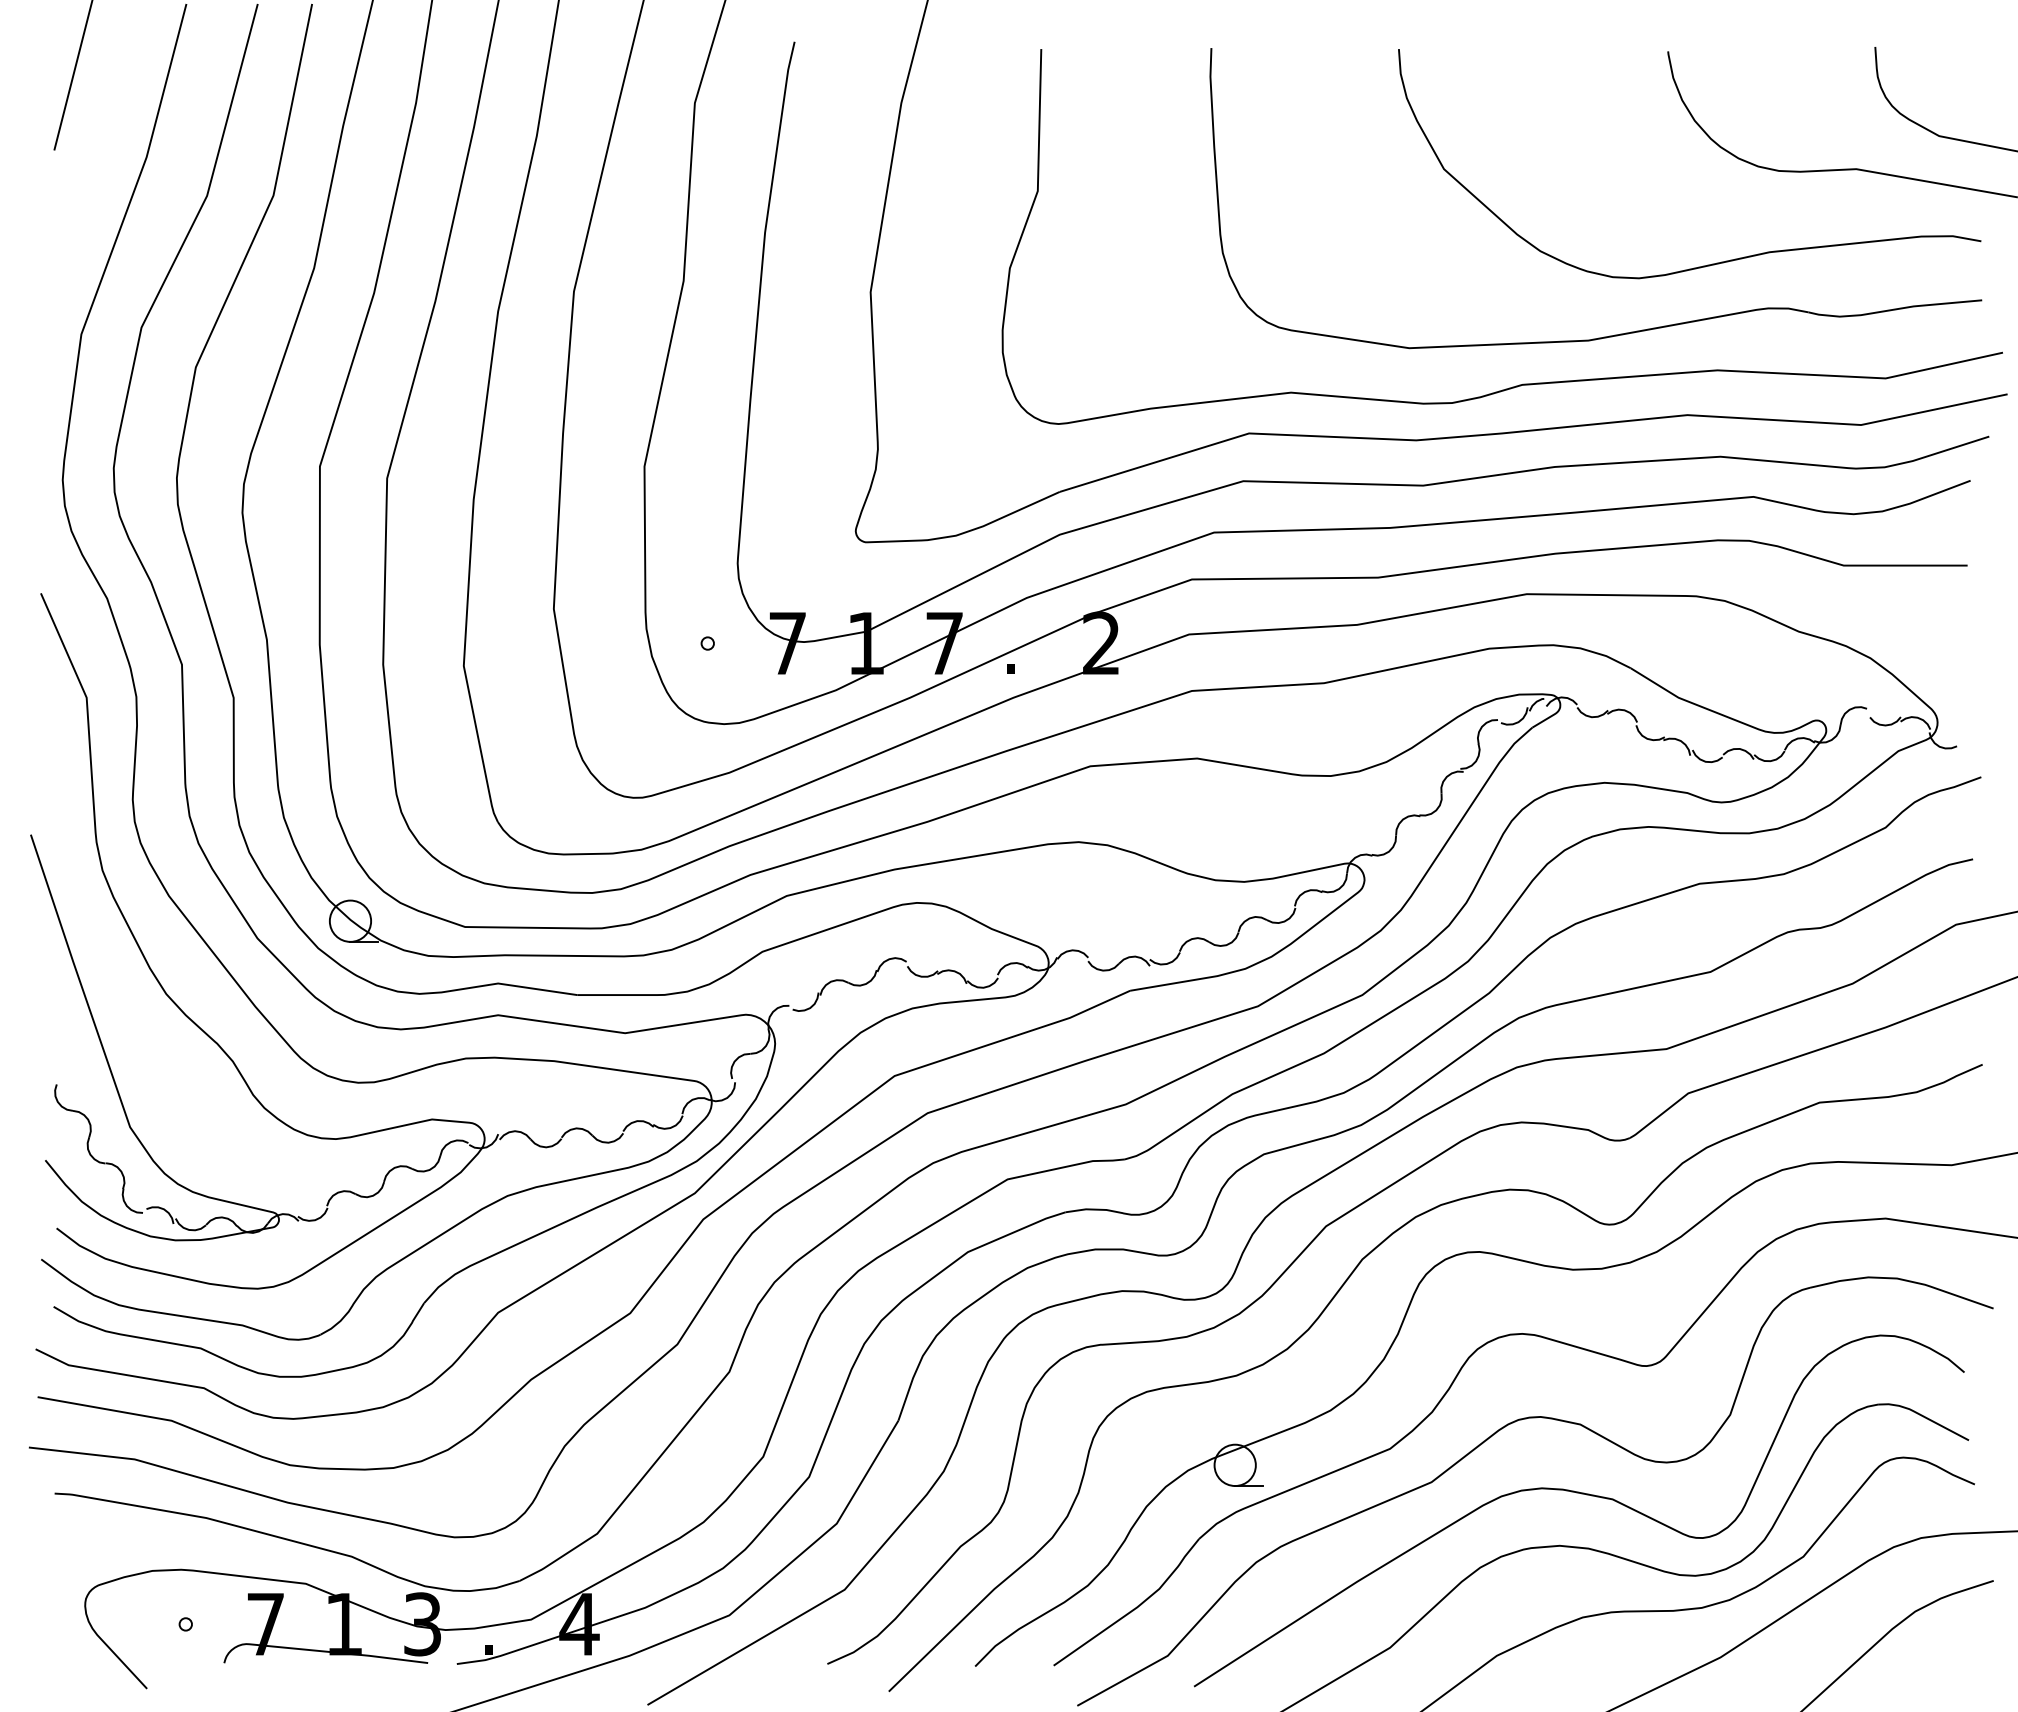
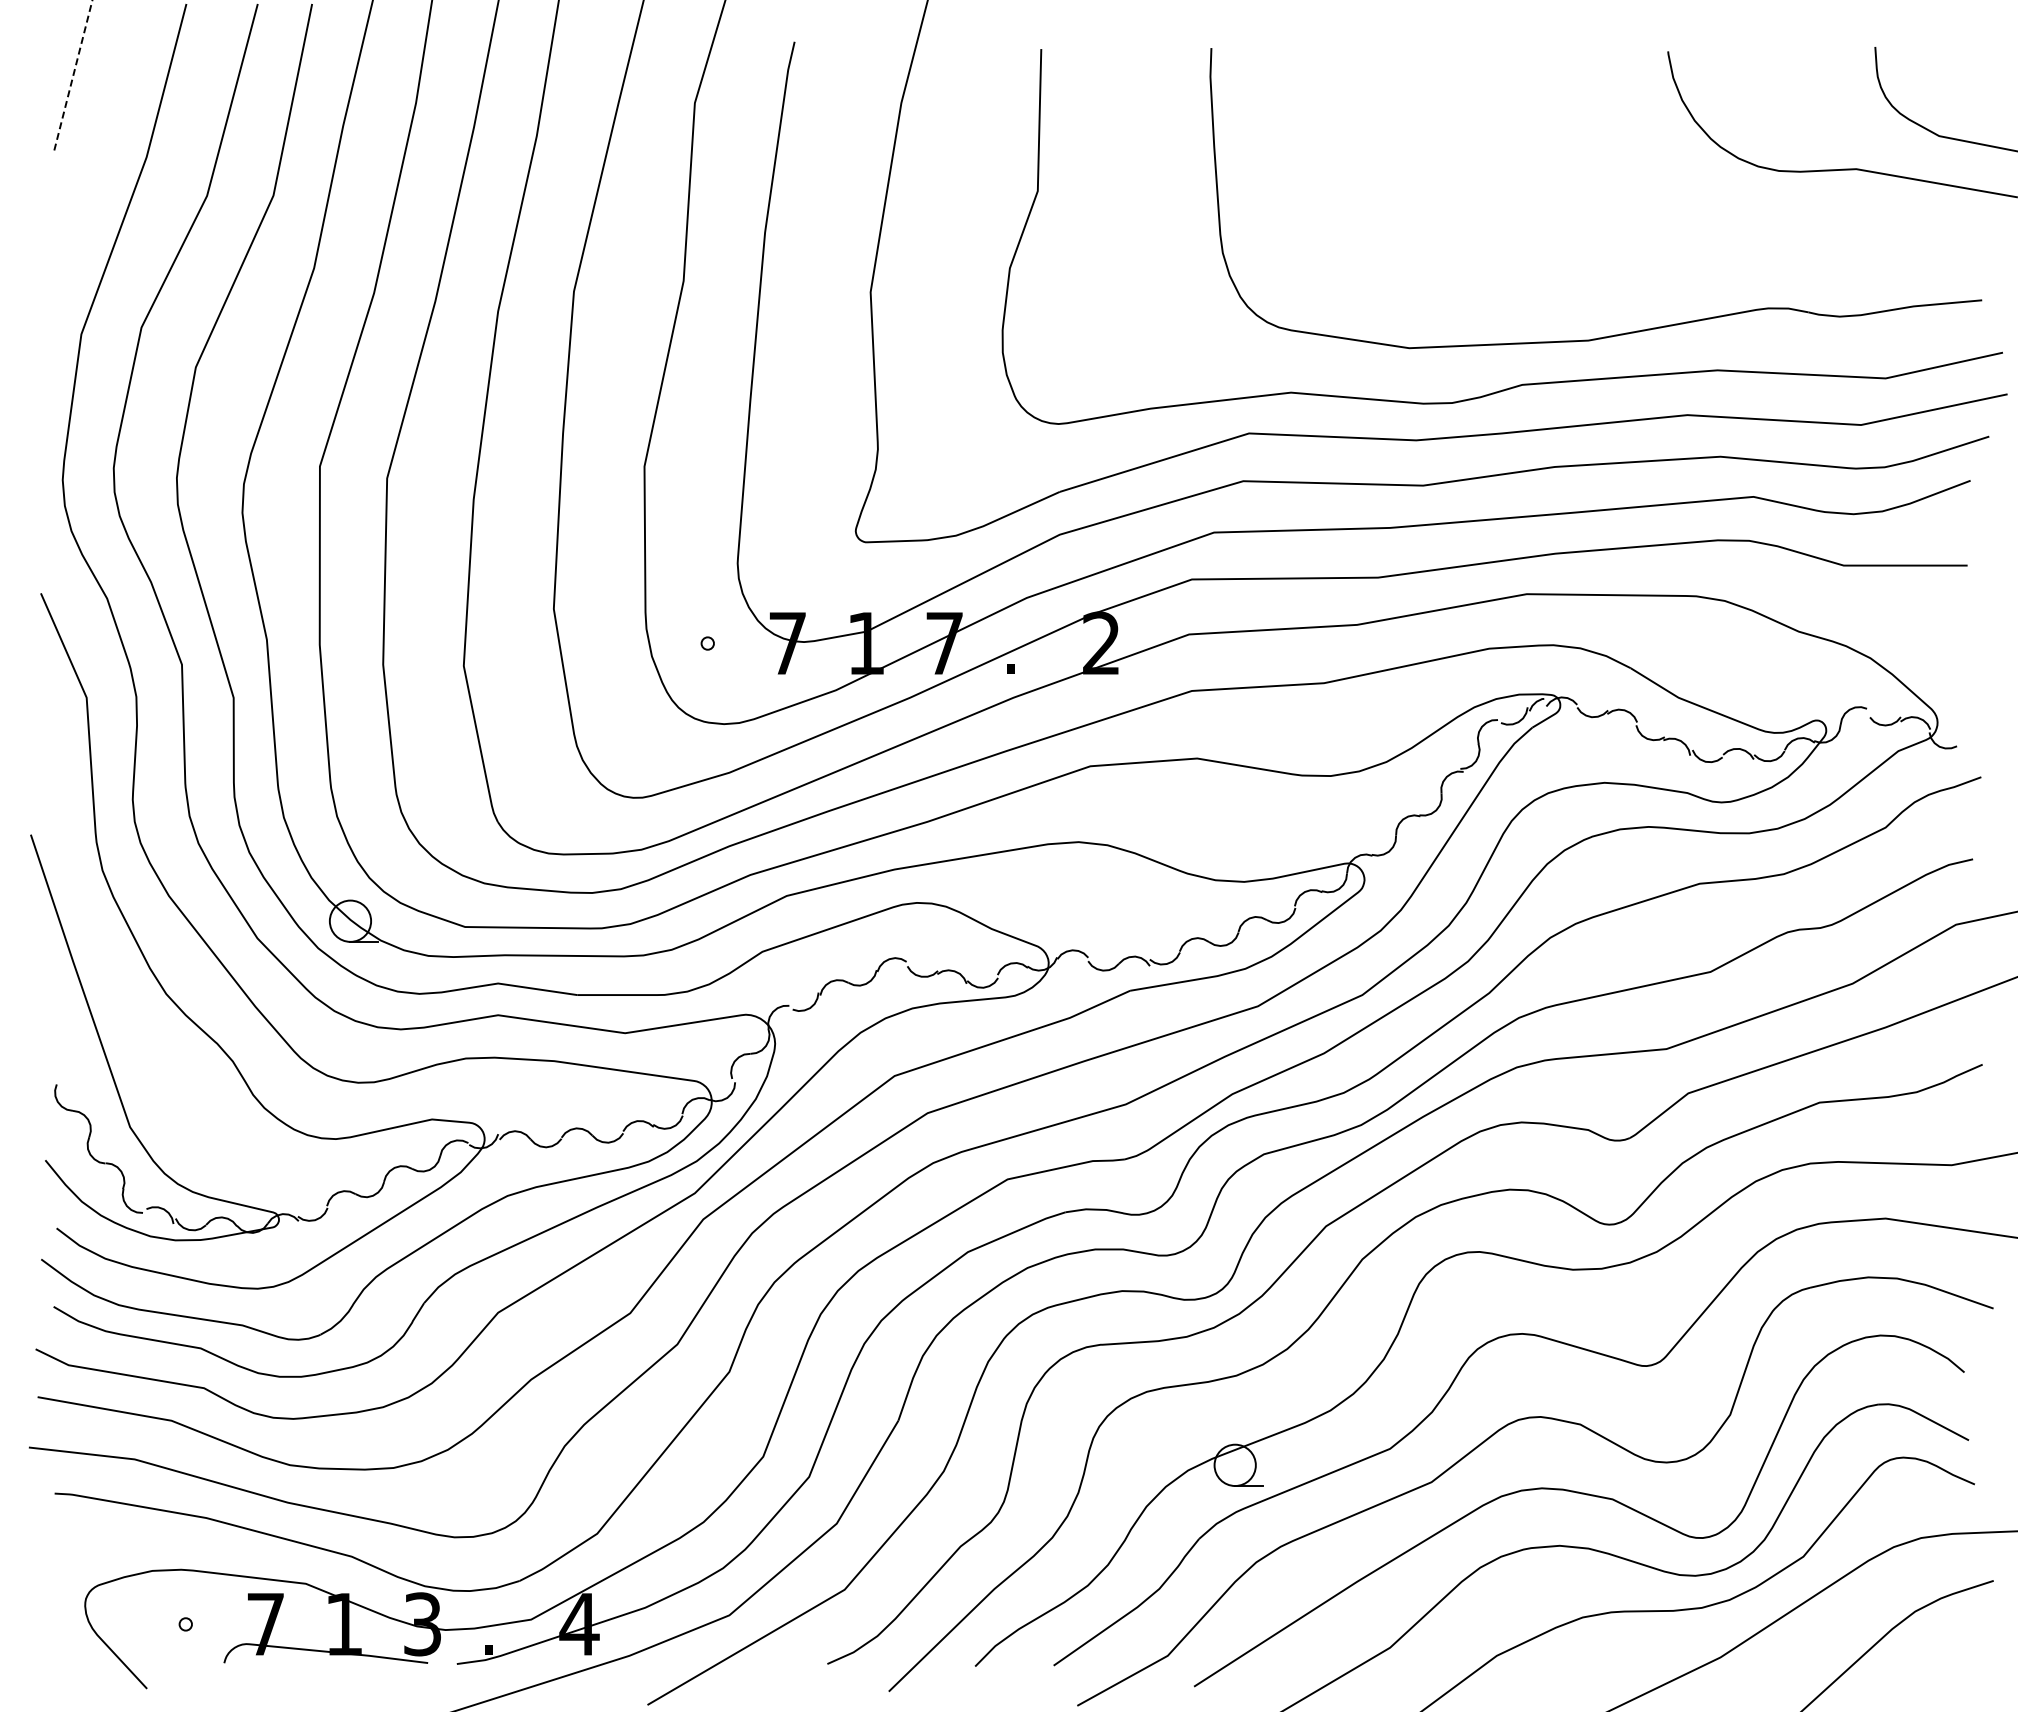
line at (73, 75): solid -> dashed
curve at (1707, 264): present -> none
